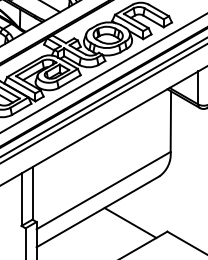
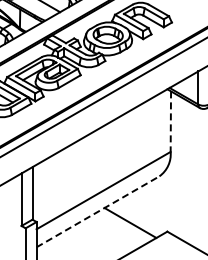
line at (103, 73): present -> none
line at (103, 103): present -> none
line at (170, 122): solid -> dashed
line at (98, 211): solid -> dashed
